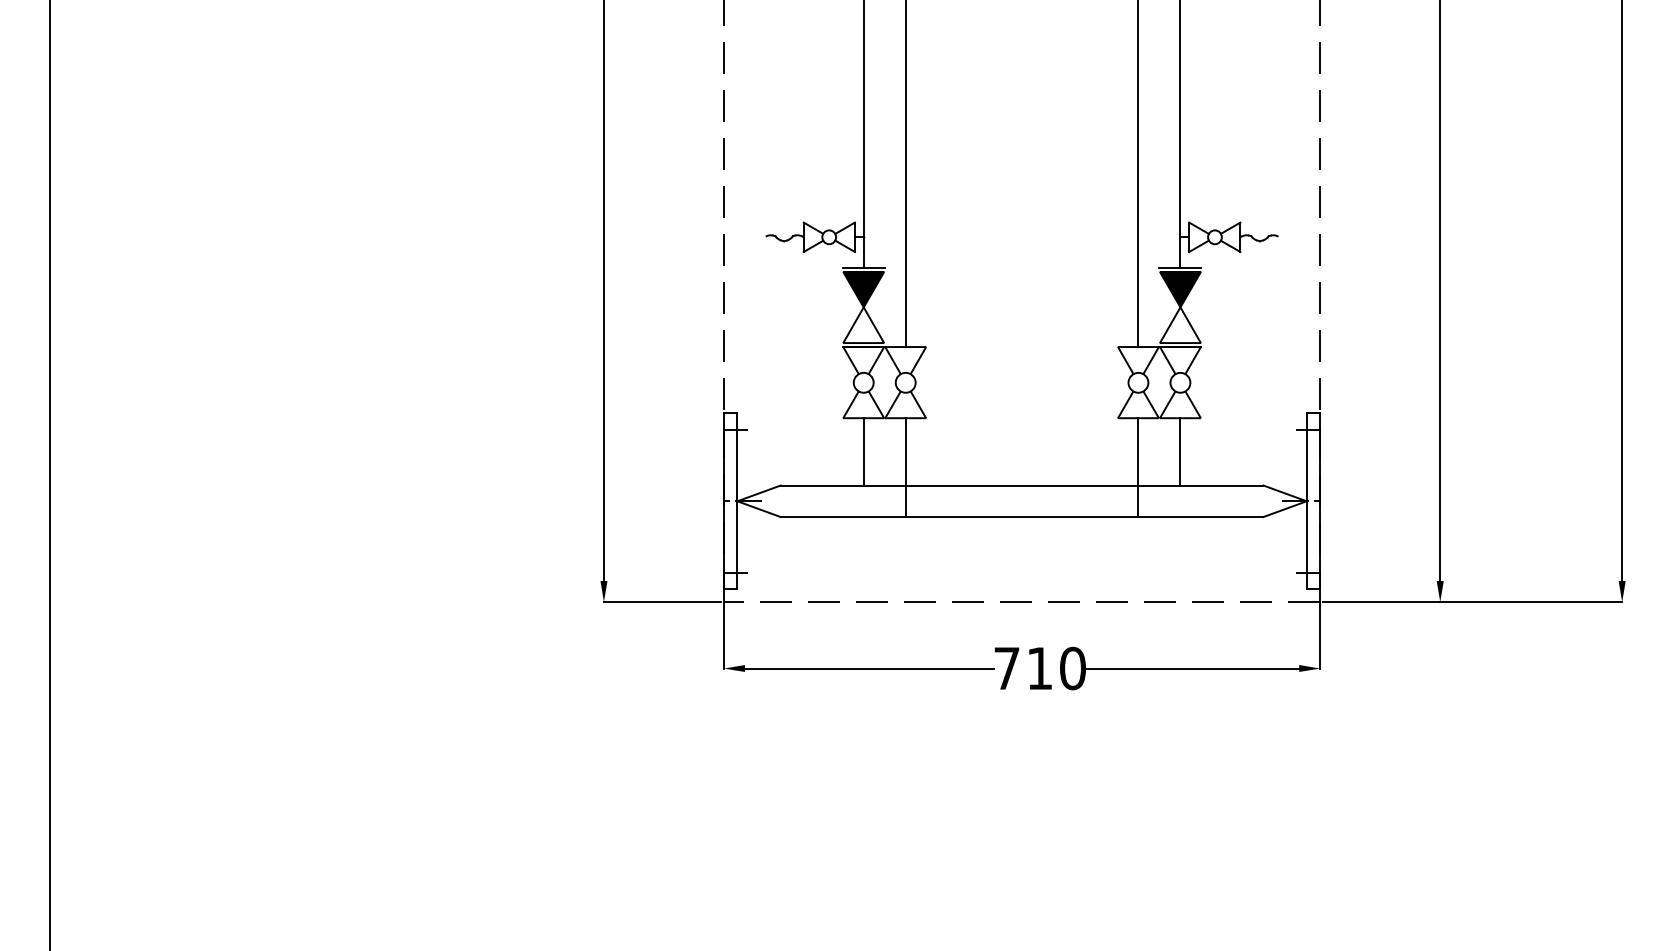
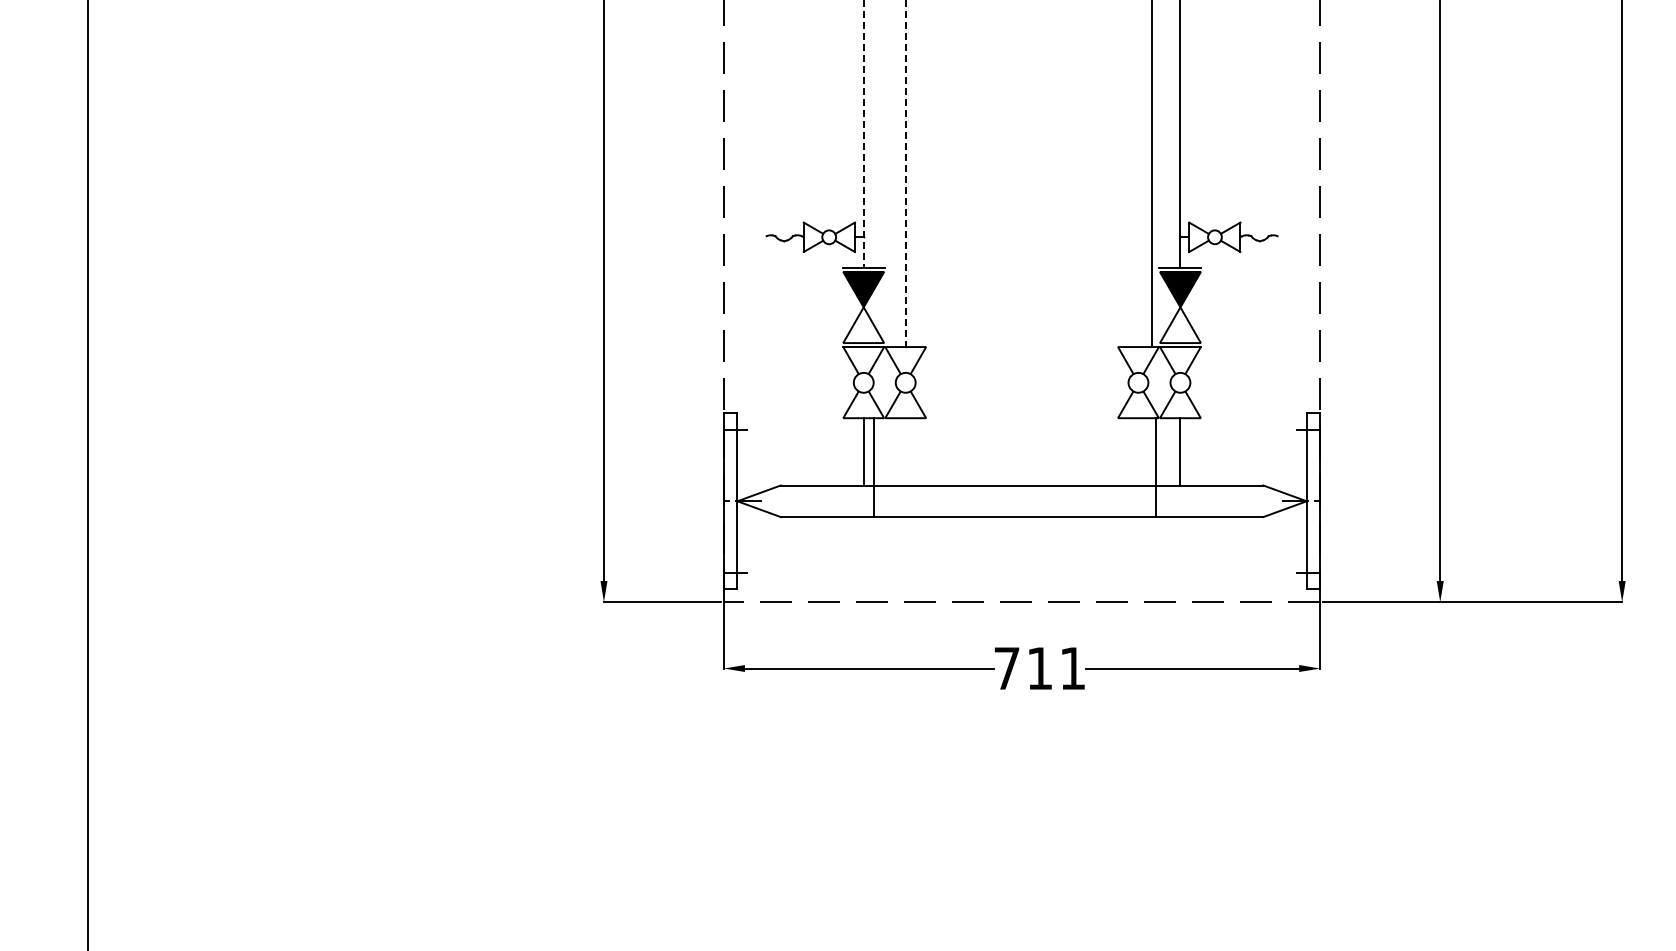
line at (863, 133): solid -> dashed
line at (905, 174): solid -> dashed
line at (1138, 174) position: (1138, 174) -> (1152, 174)
line at (905, 467) position: (905, 467) -> (873, 467)
line at (1138, 467) position: (1138, 467) -> (1156, 467)
line at (50, 474) position: (50, 474) -> (88, 474)
text at (1072, 668): 710 -> 711
